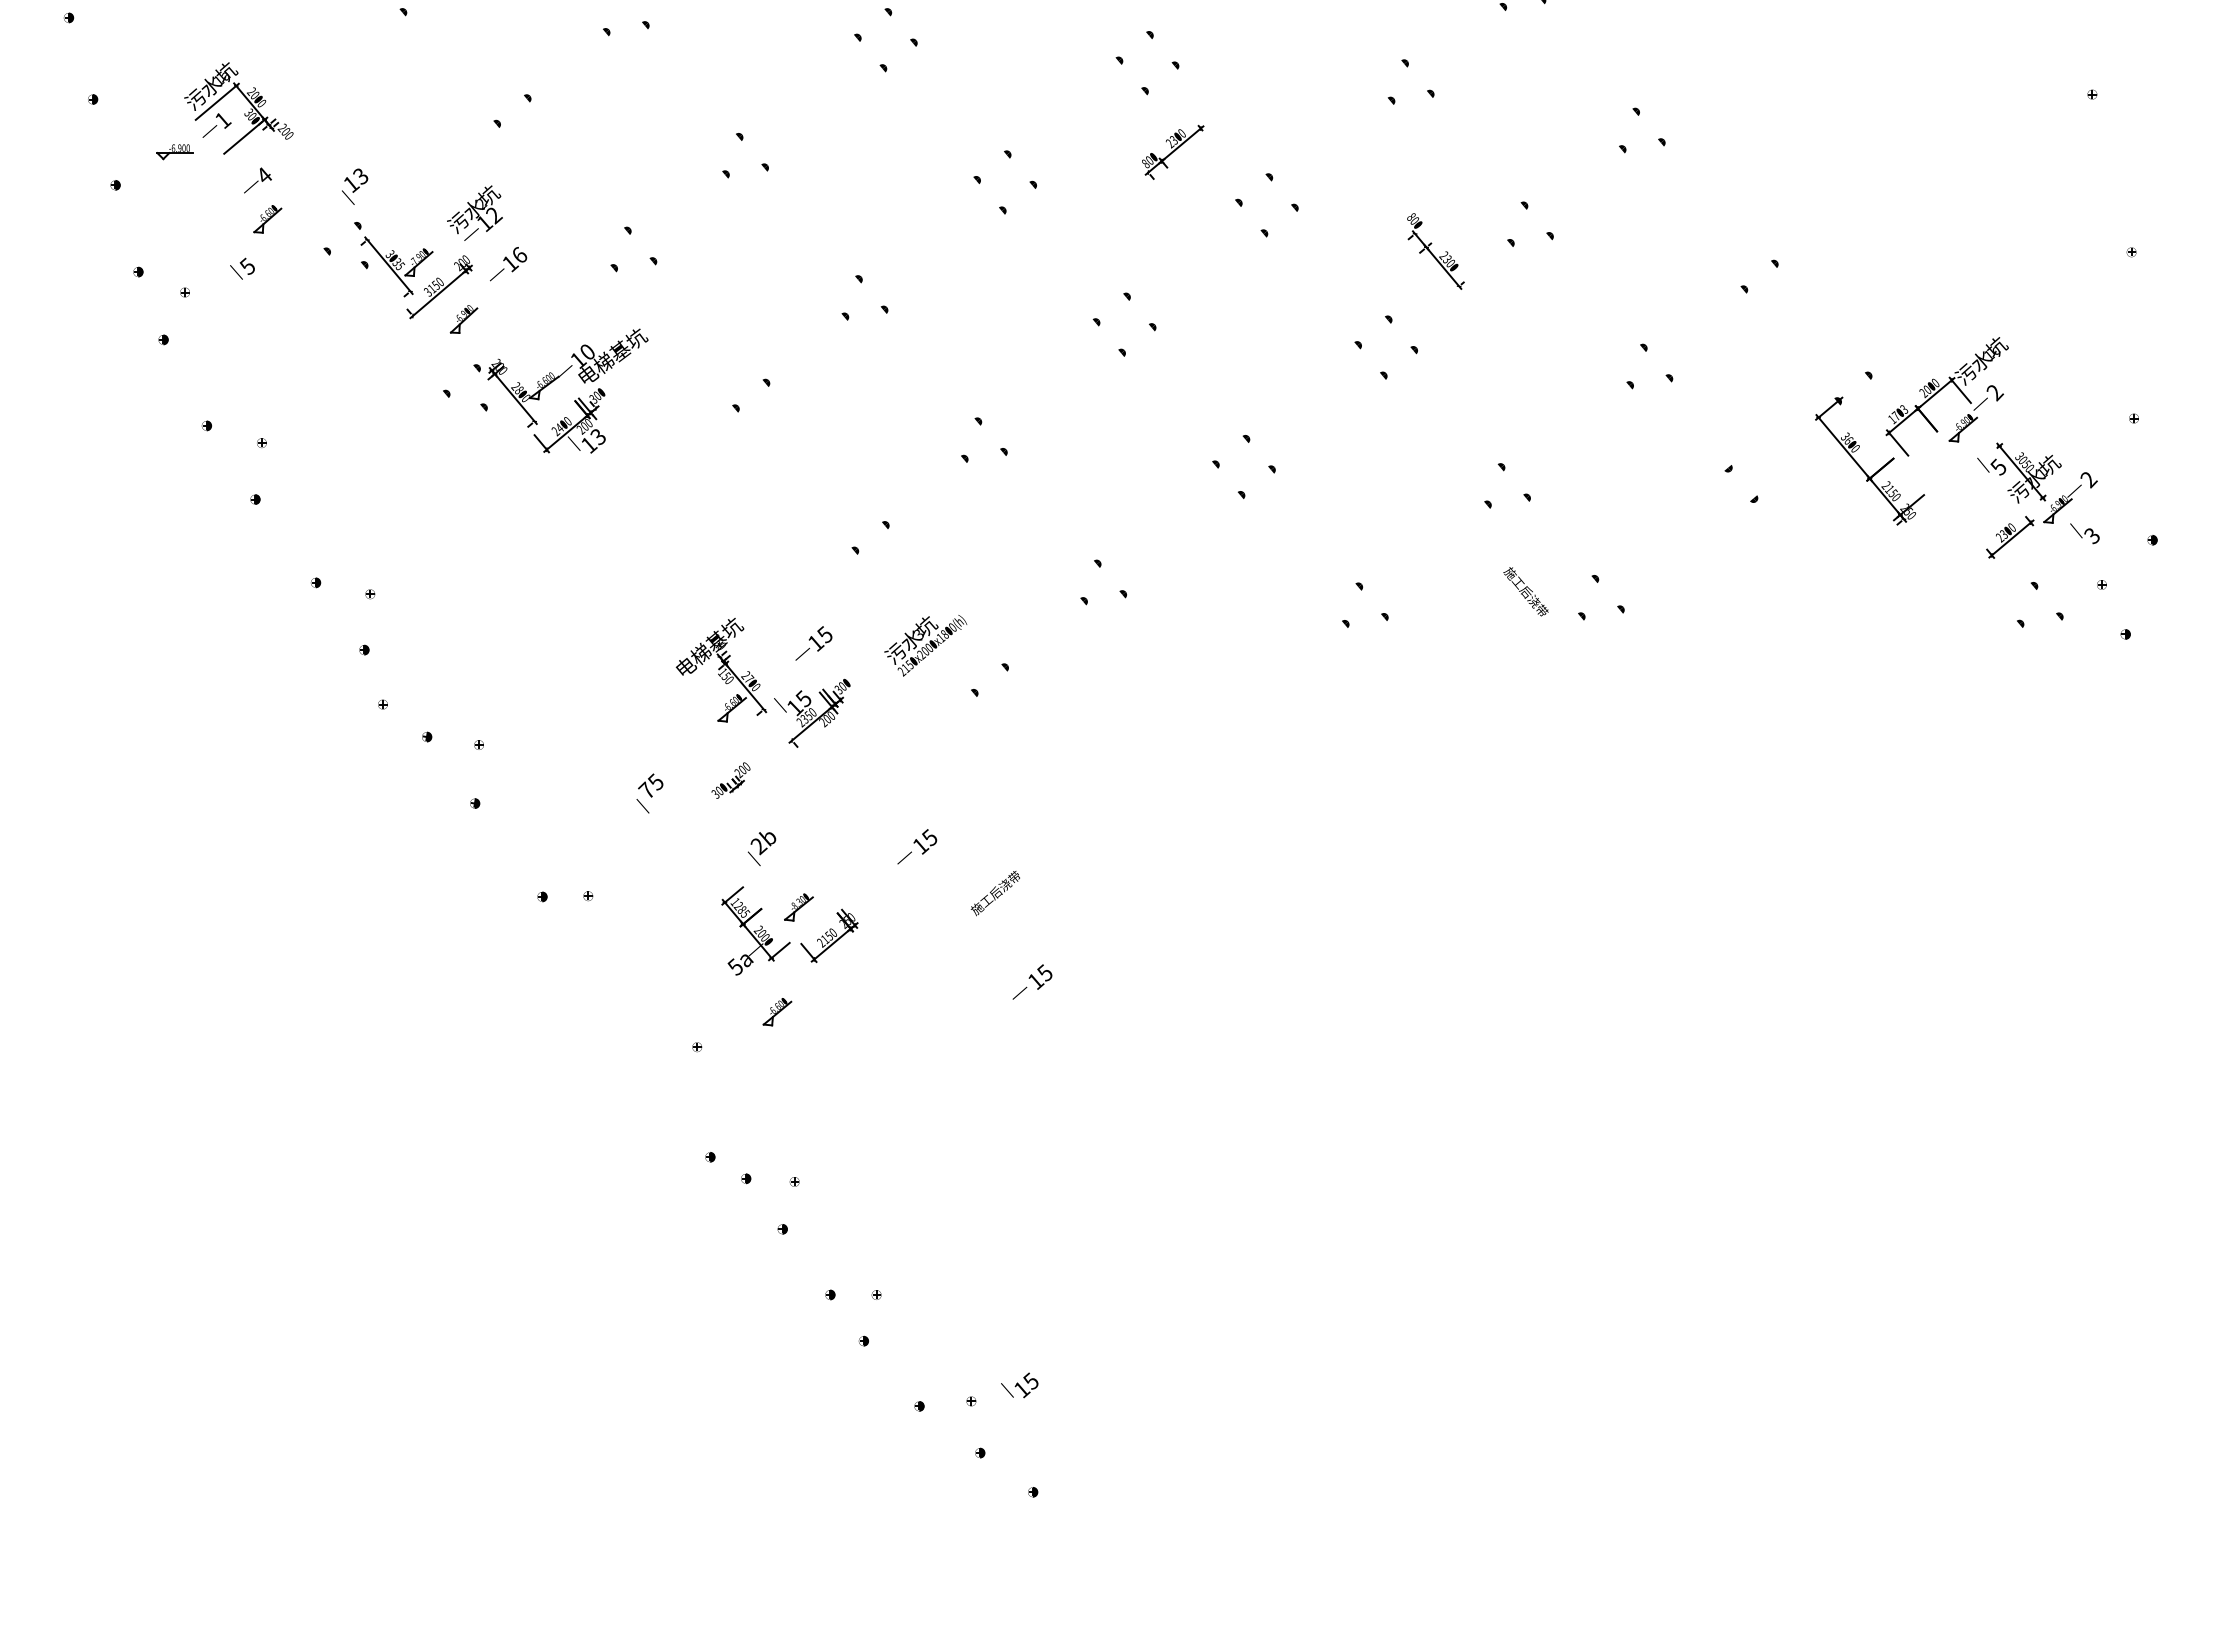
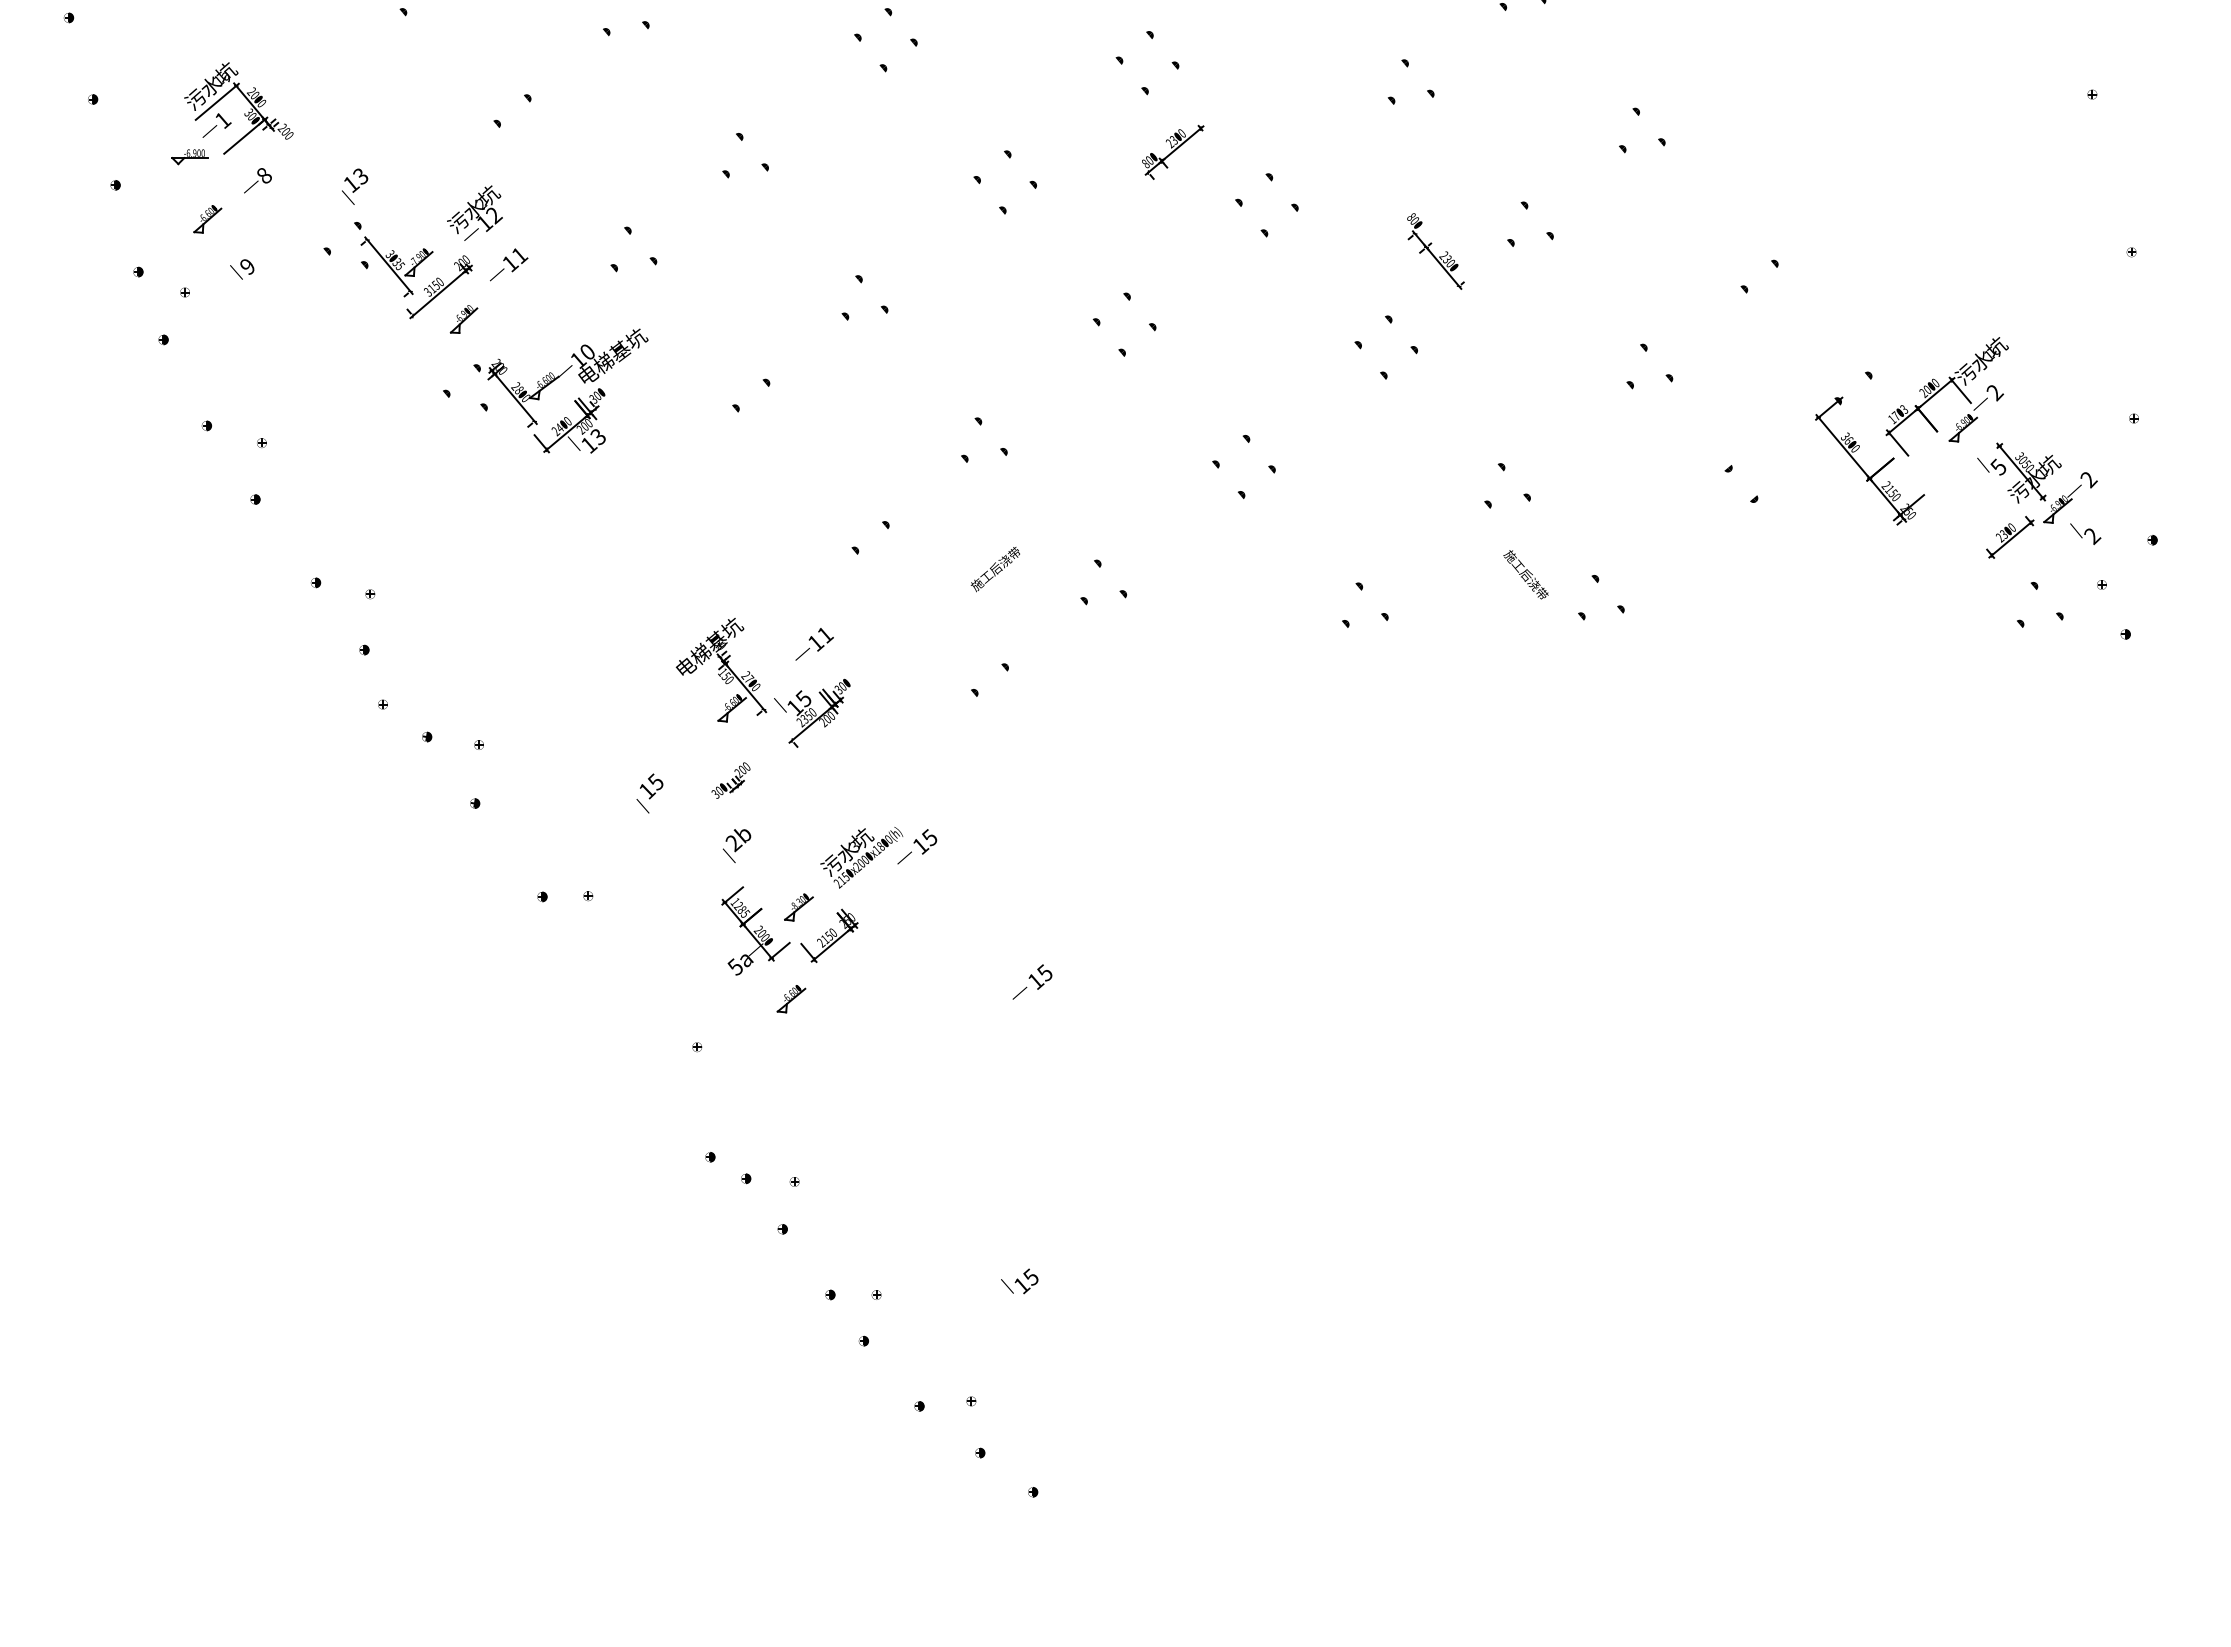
part at (174, 152) position: (174, 152) -> (189, 157)
text at (264, 175): 4 -> 8
part at (267, 219) position: (267, 219) -> (207, 219)
text at (520, 255): 16 -> 11
text at (246, 265): 5 -> 9
text at (2092, 536): 3 -> 2
text at (1525, 591) position: (1525, 591) -> (1525, 574)
text at (825, 634): 15 -> 11
text at (925, 645) position: (925, 645) -> (861, 857)
text at (646, 790): 75 -> 15
text at (762, 849) position: (762, 849) -> (737, 846)
text at (994, 893) position: (994, 893) -> (994, 569)
part at (777, 1012) position: (777, 1012) -> (791, 999)
text at (1019, 1385) position: (1019, 1385) -> (1019, 1281)
